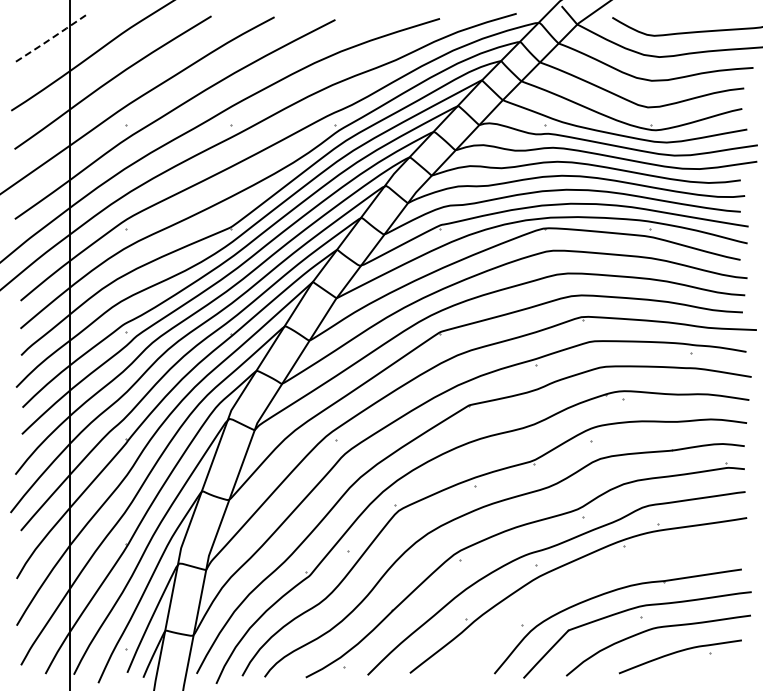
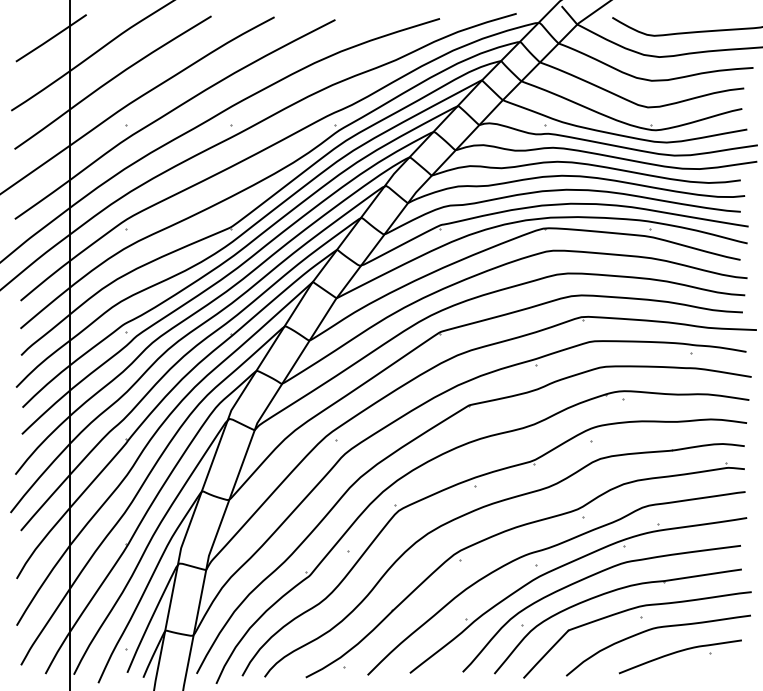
line at (51, 38): dashed -> solid
curve at (590, 577): none -> present
